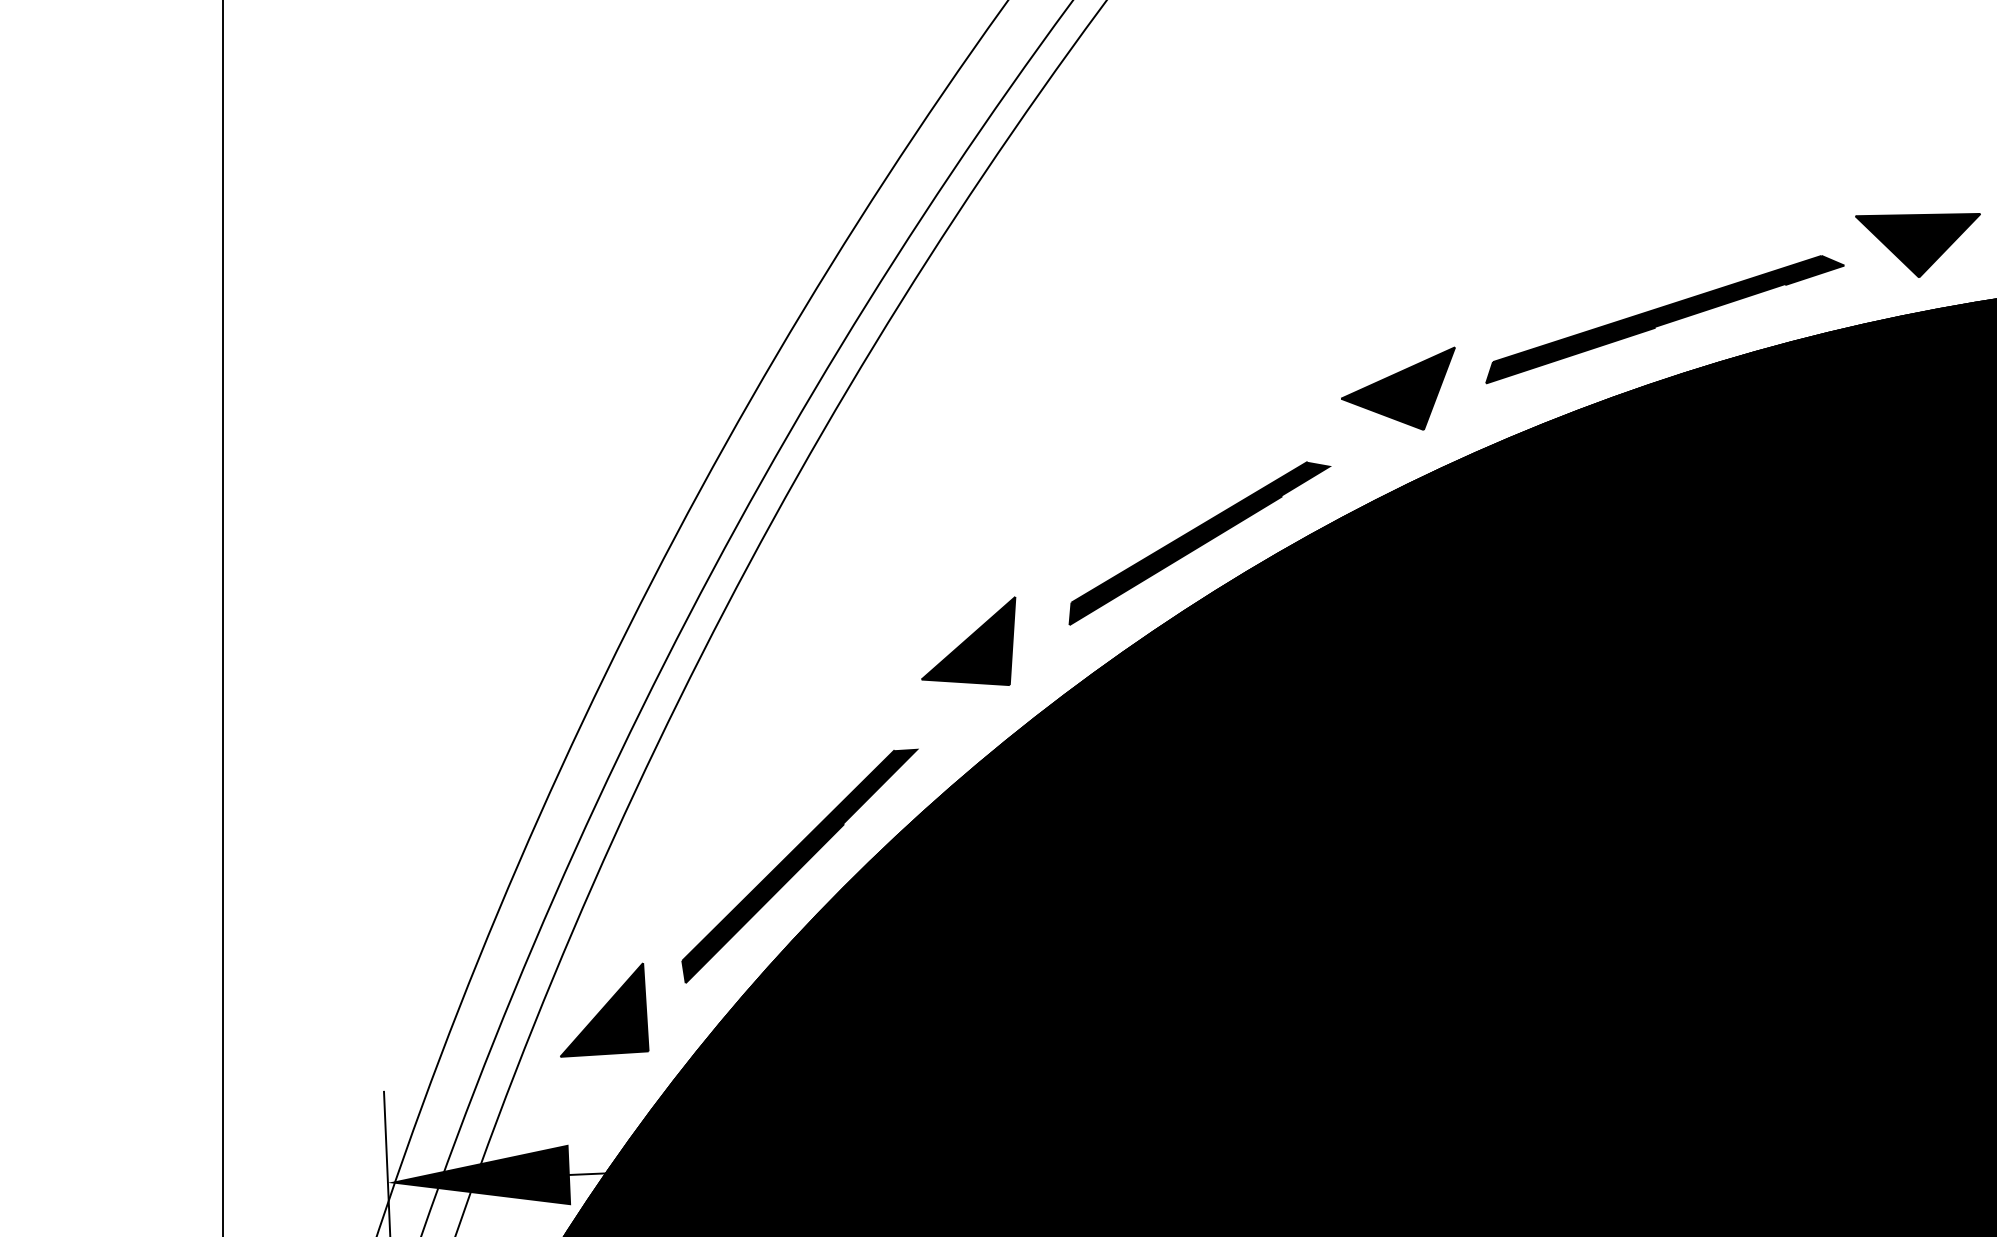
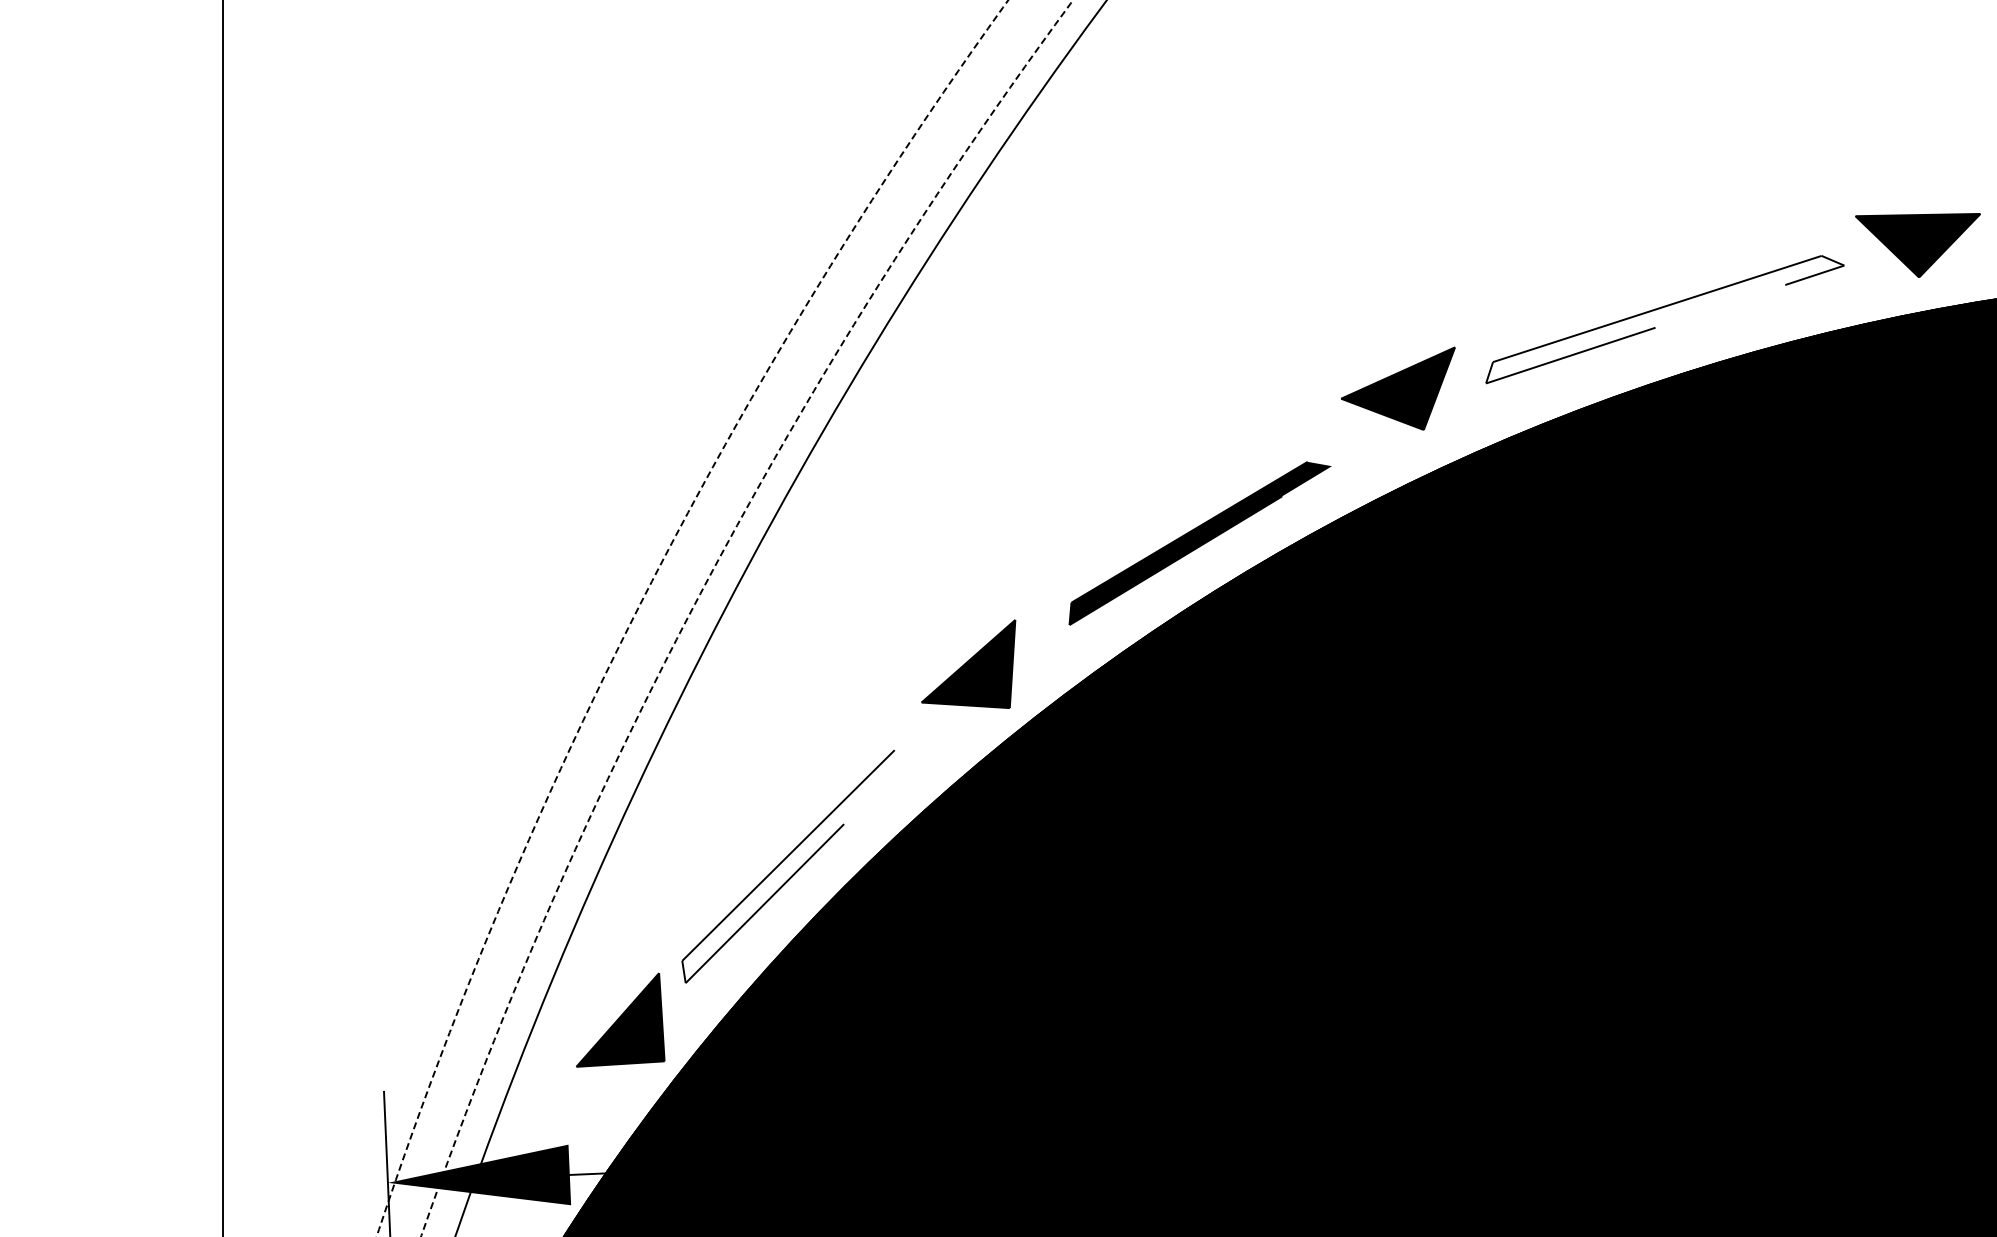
fill at (1665, 319): present -> none
arc at (700, 593): solid -> dashed
arc at (644, 596): solid -> dashed
part at (968, 640) position: (968, 640) -> (968, 663)
fill at (800, 865): present -> none
part at (604, 1009) position: (604, 1009) -> (620, 1019)
